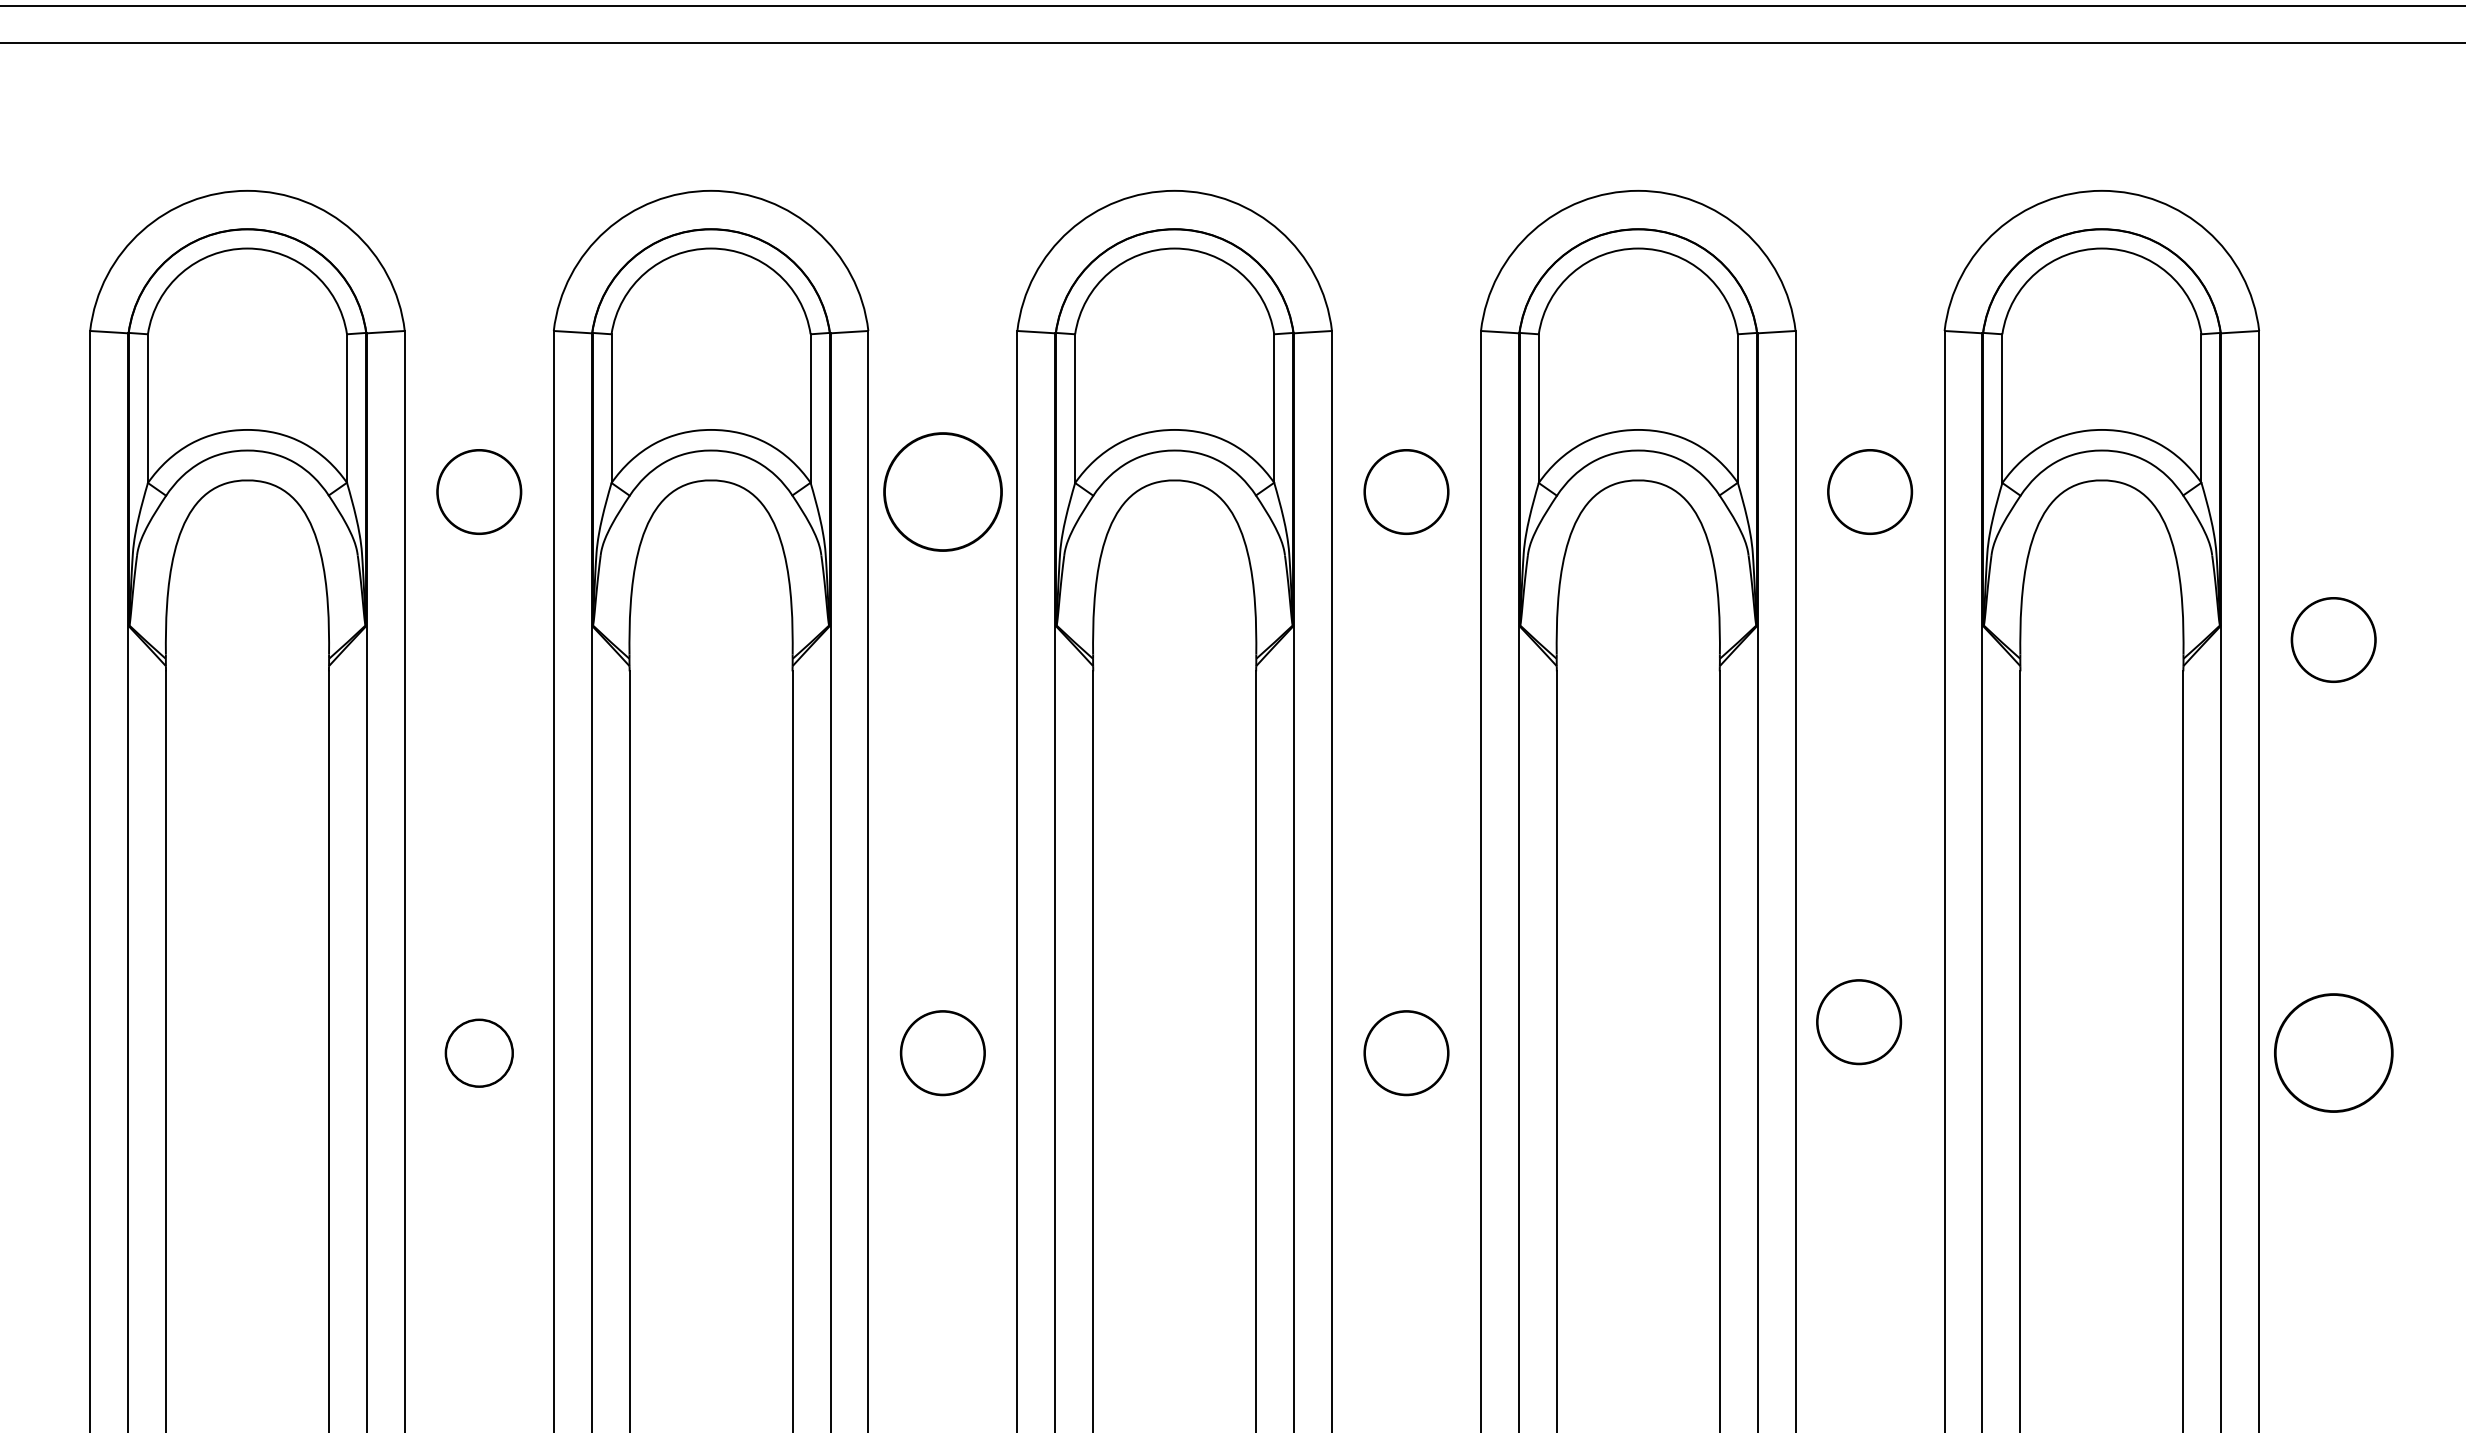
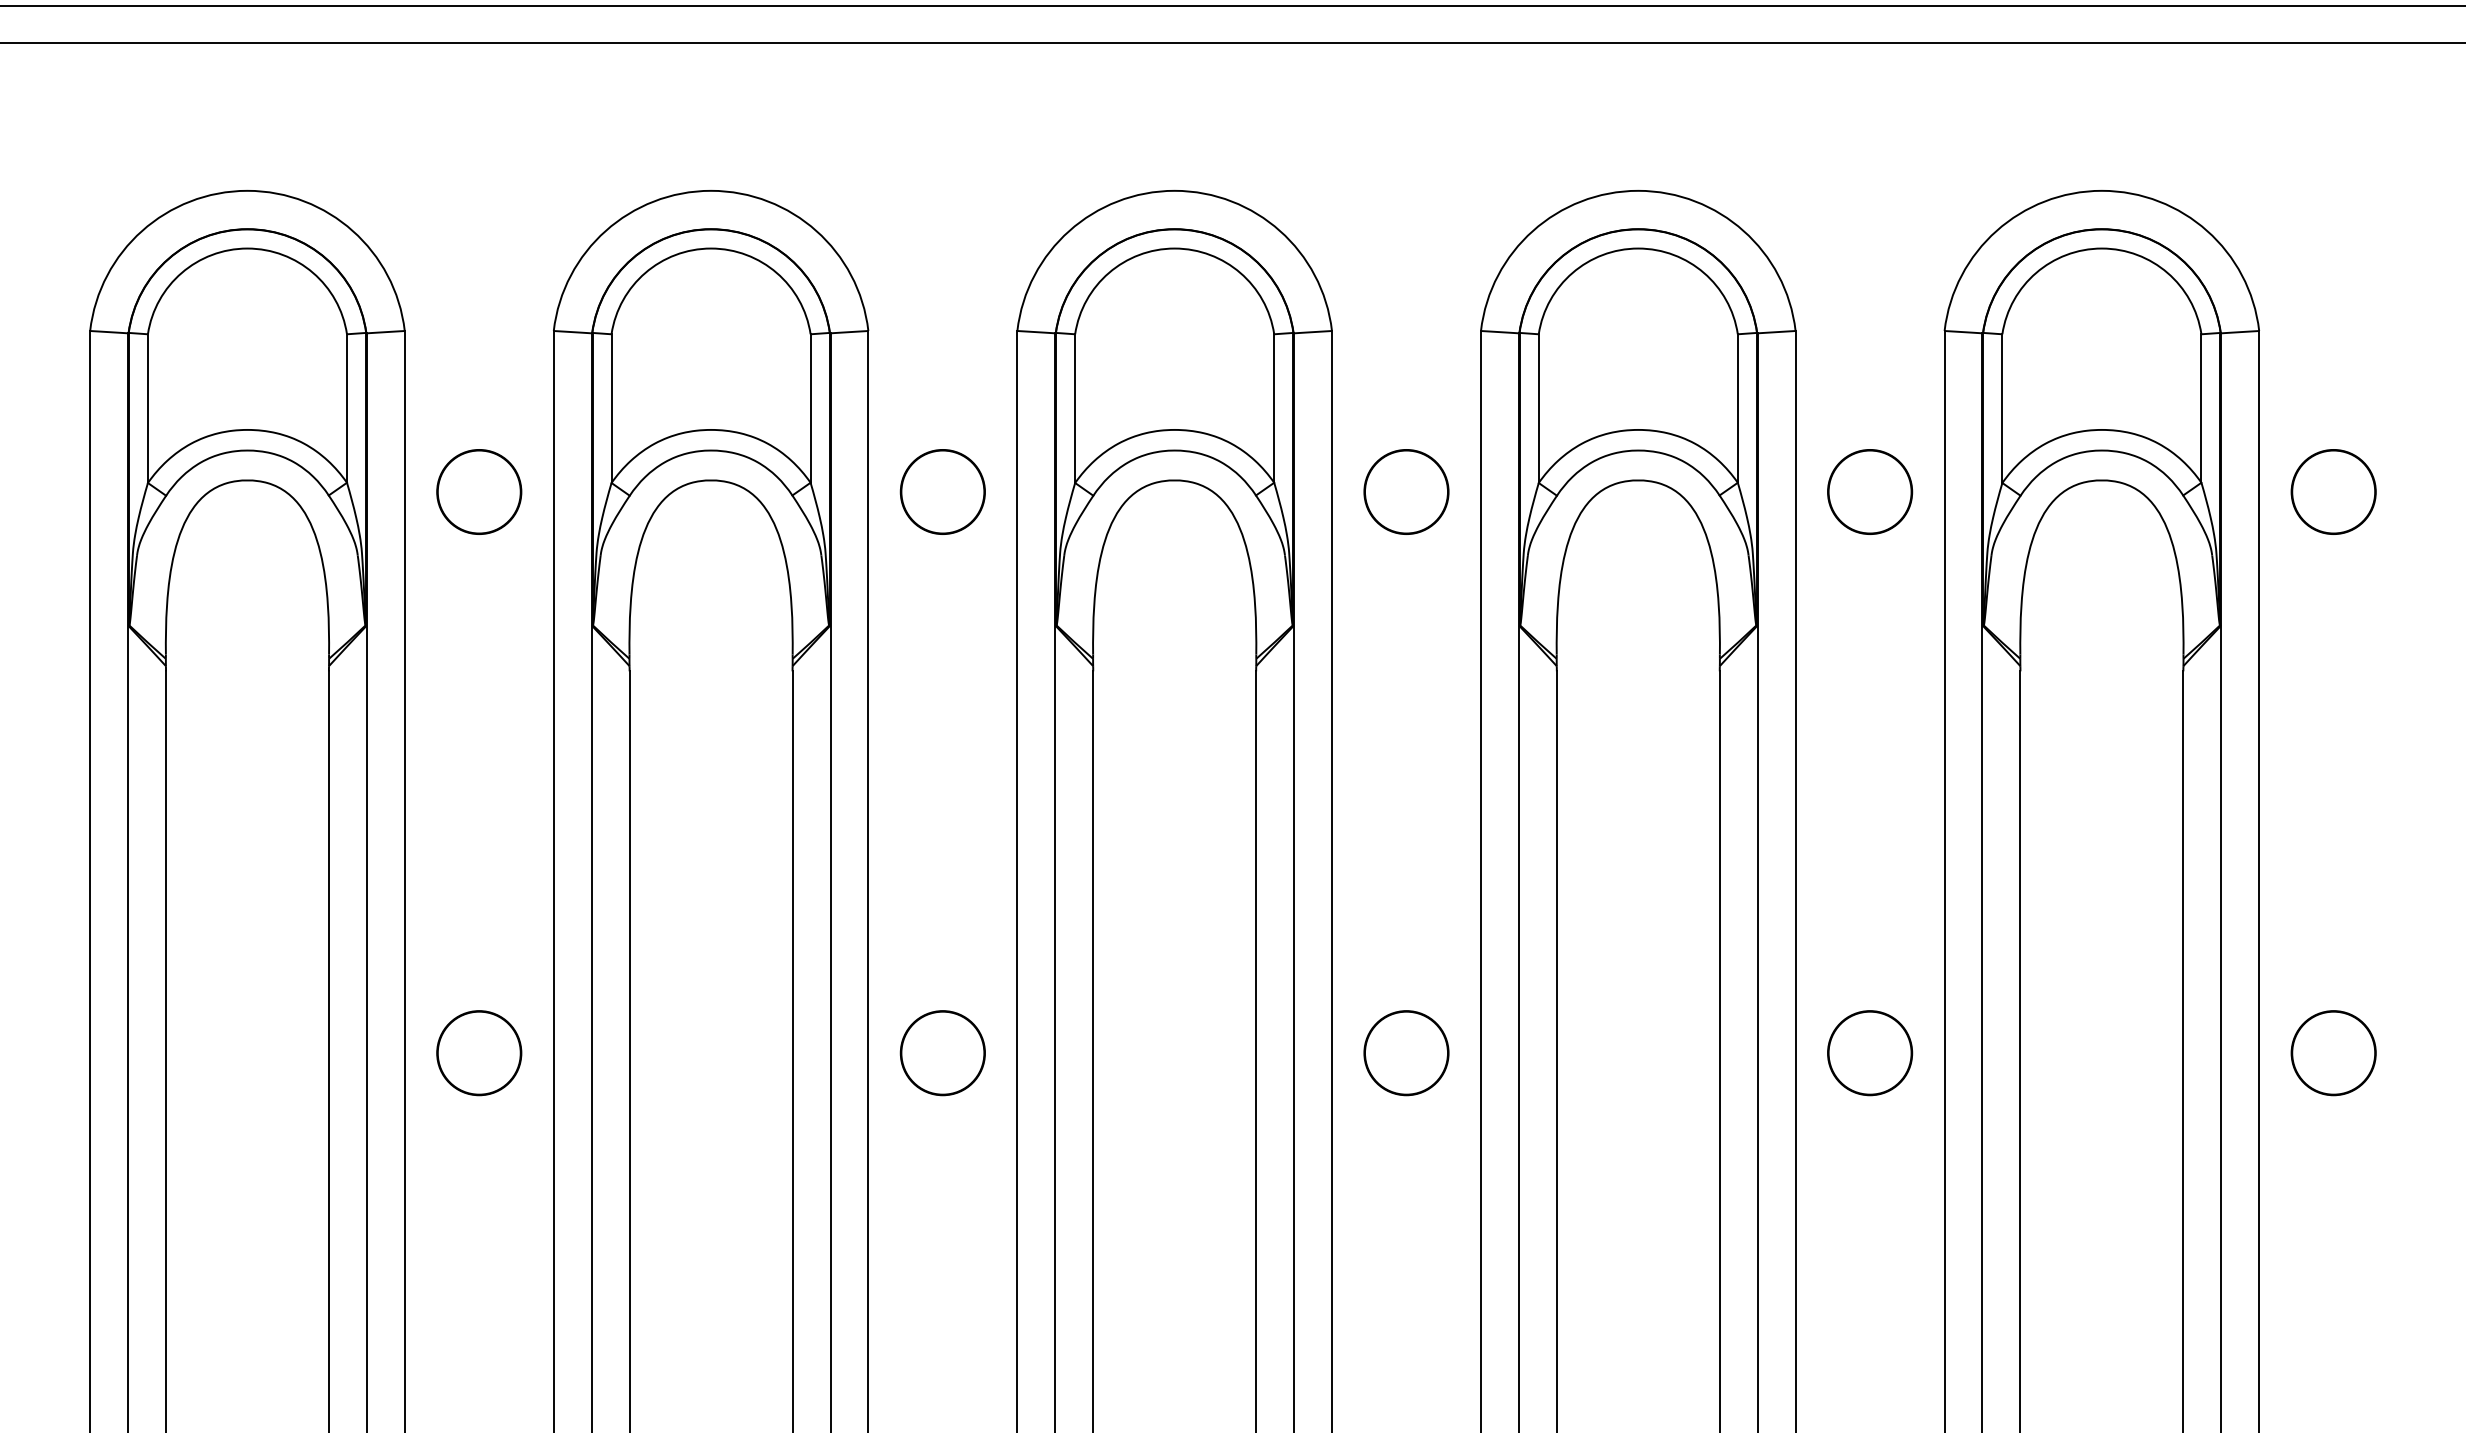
circle at (942, 491) size: 120x120 px -> 87x86 px
circle at (2333, 639) position: (2333, 639) -> (2333, 491)
circle at (1859, 1022) position: (1859, 1022) -> (1870, 1053)
circle at (478, 1052) size: 70x70 px -> 87x87 px
circle at (2333, 1052) size: 120x120 px -> 87x87 px
